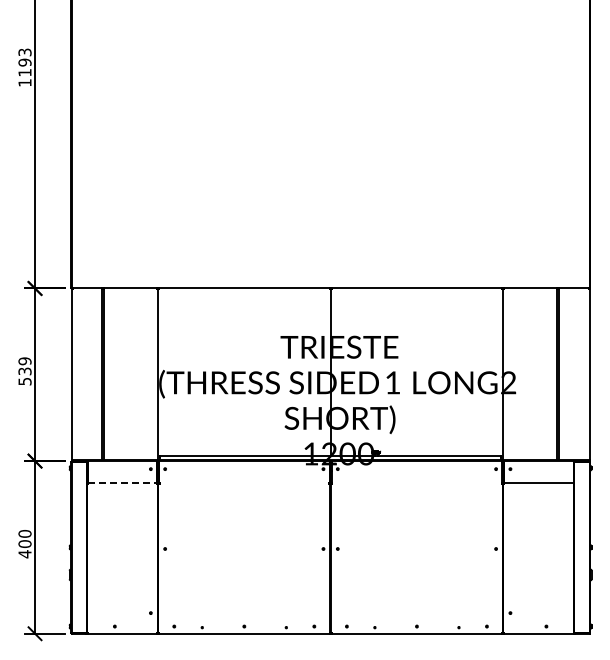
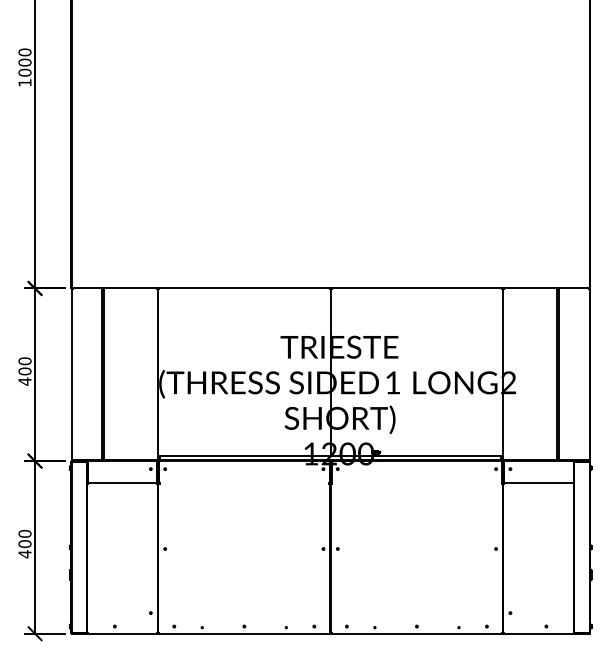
text at (24, 62): 1193 -> 1000
text at (24, 371): 539 -> 400
line at (122, 482): dashed -> solid
